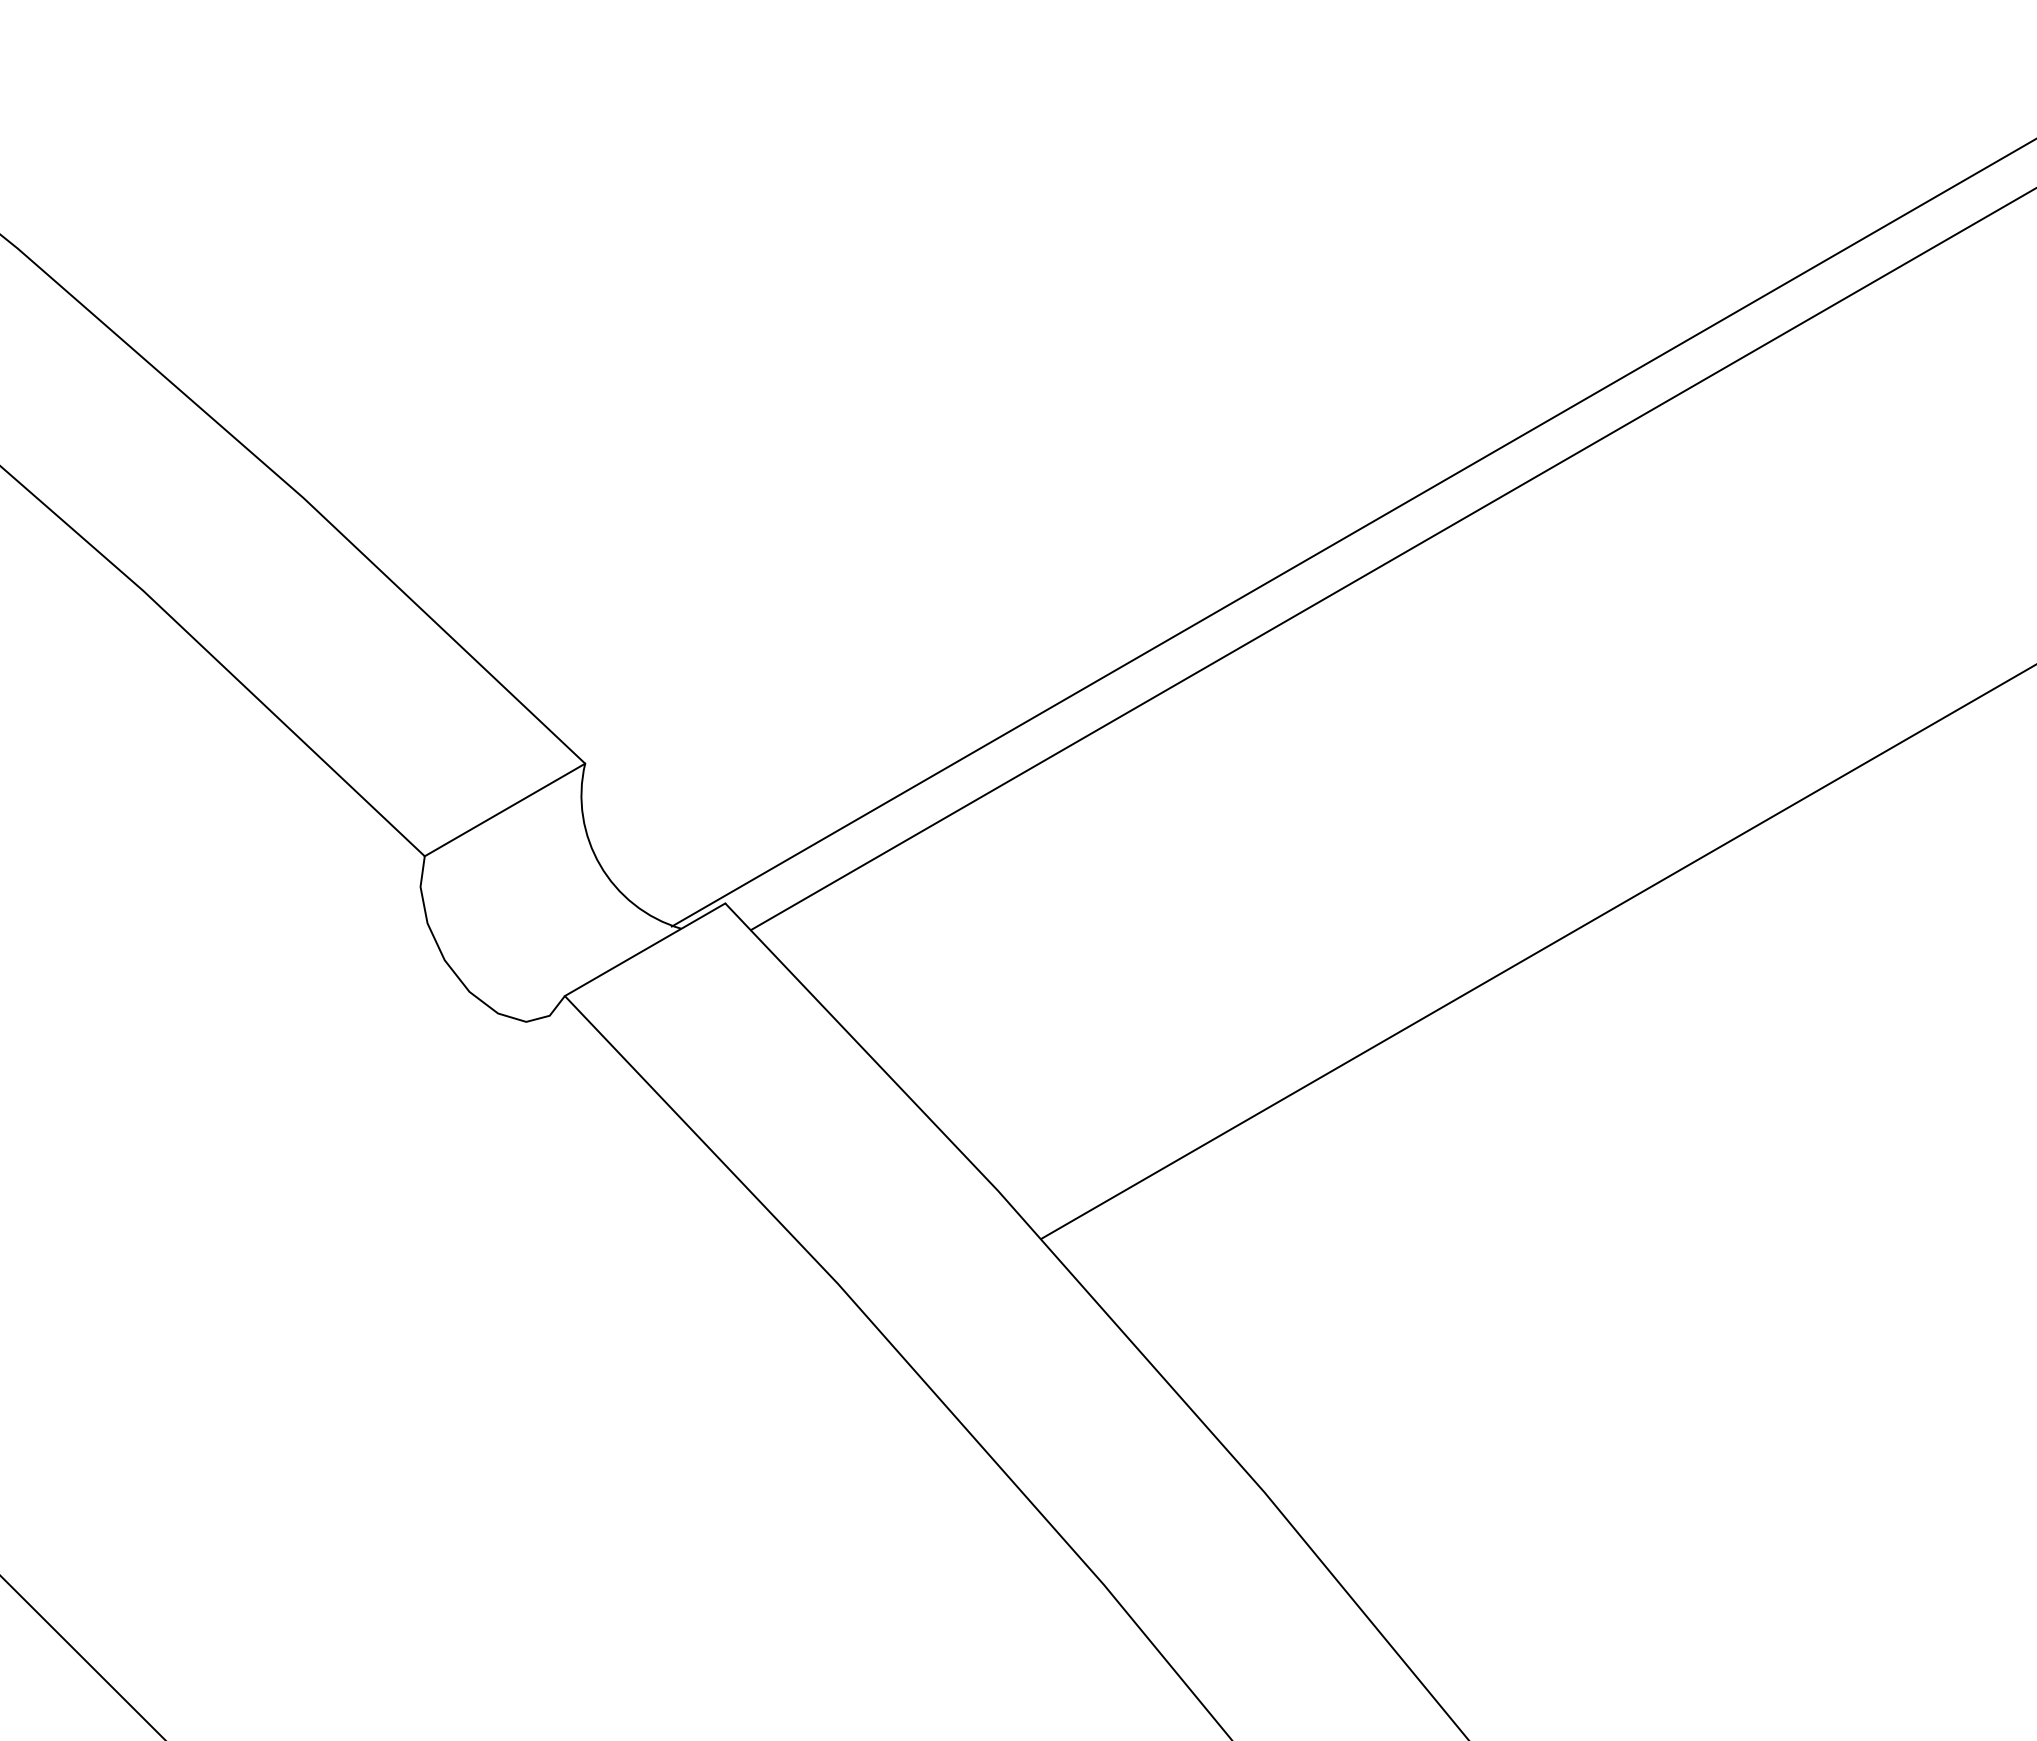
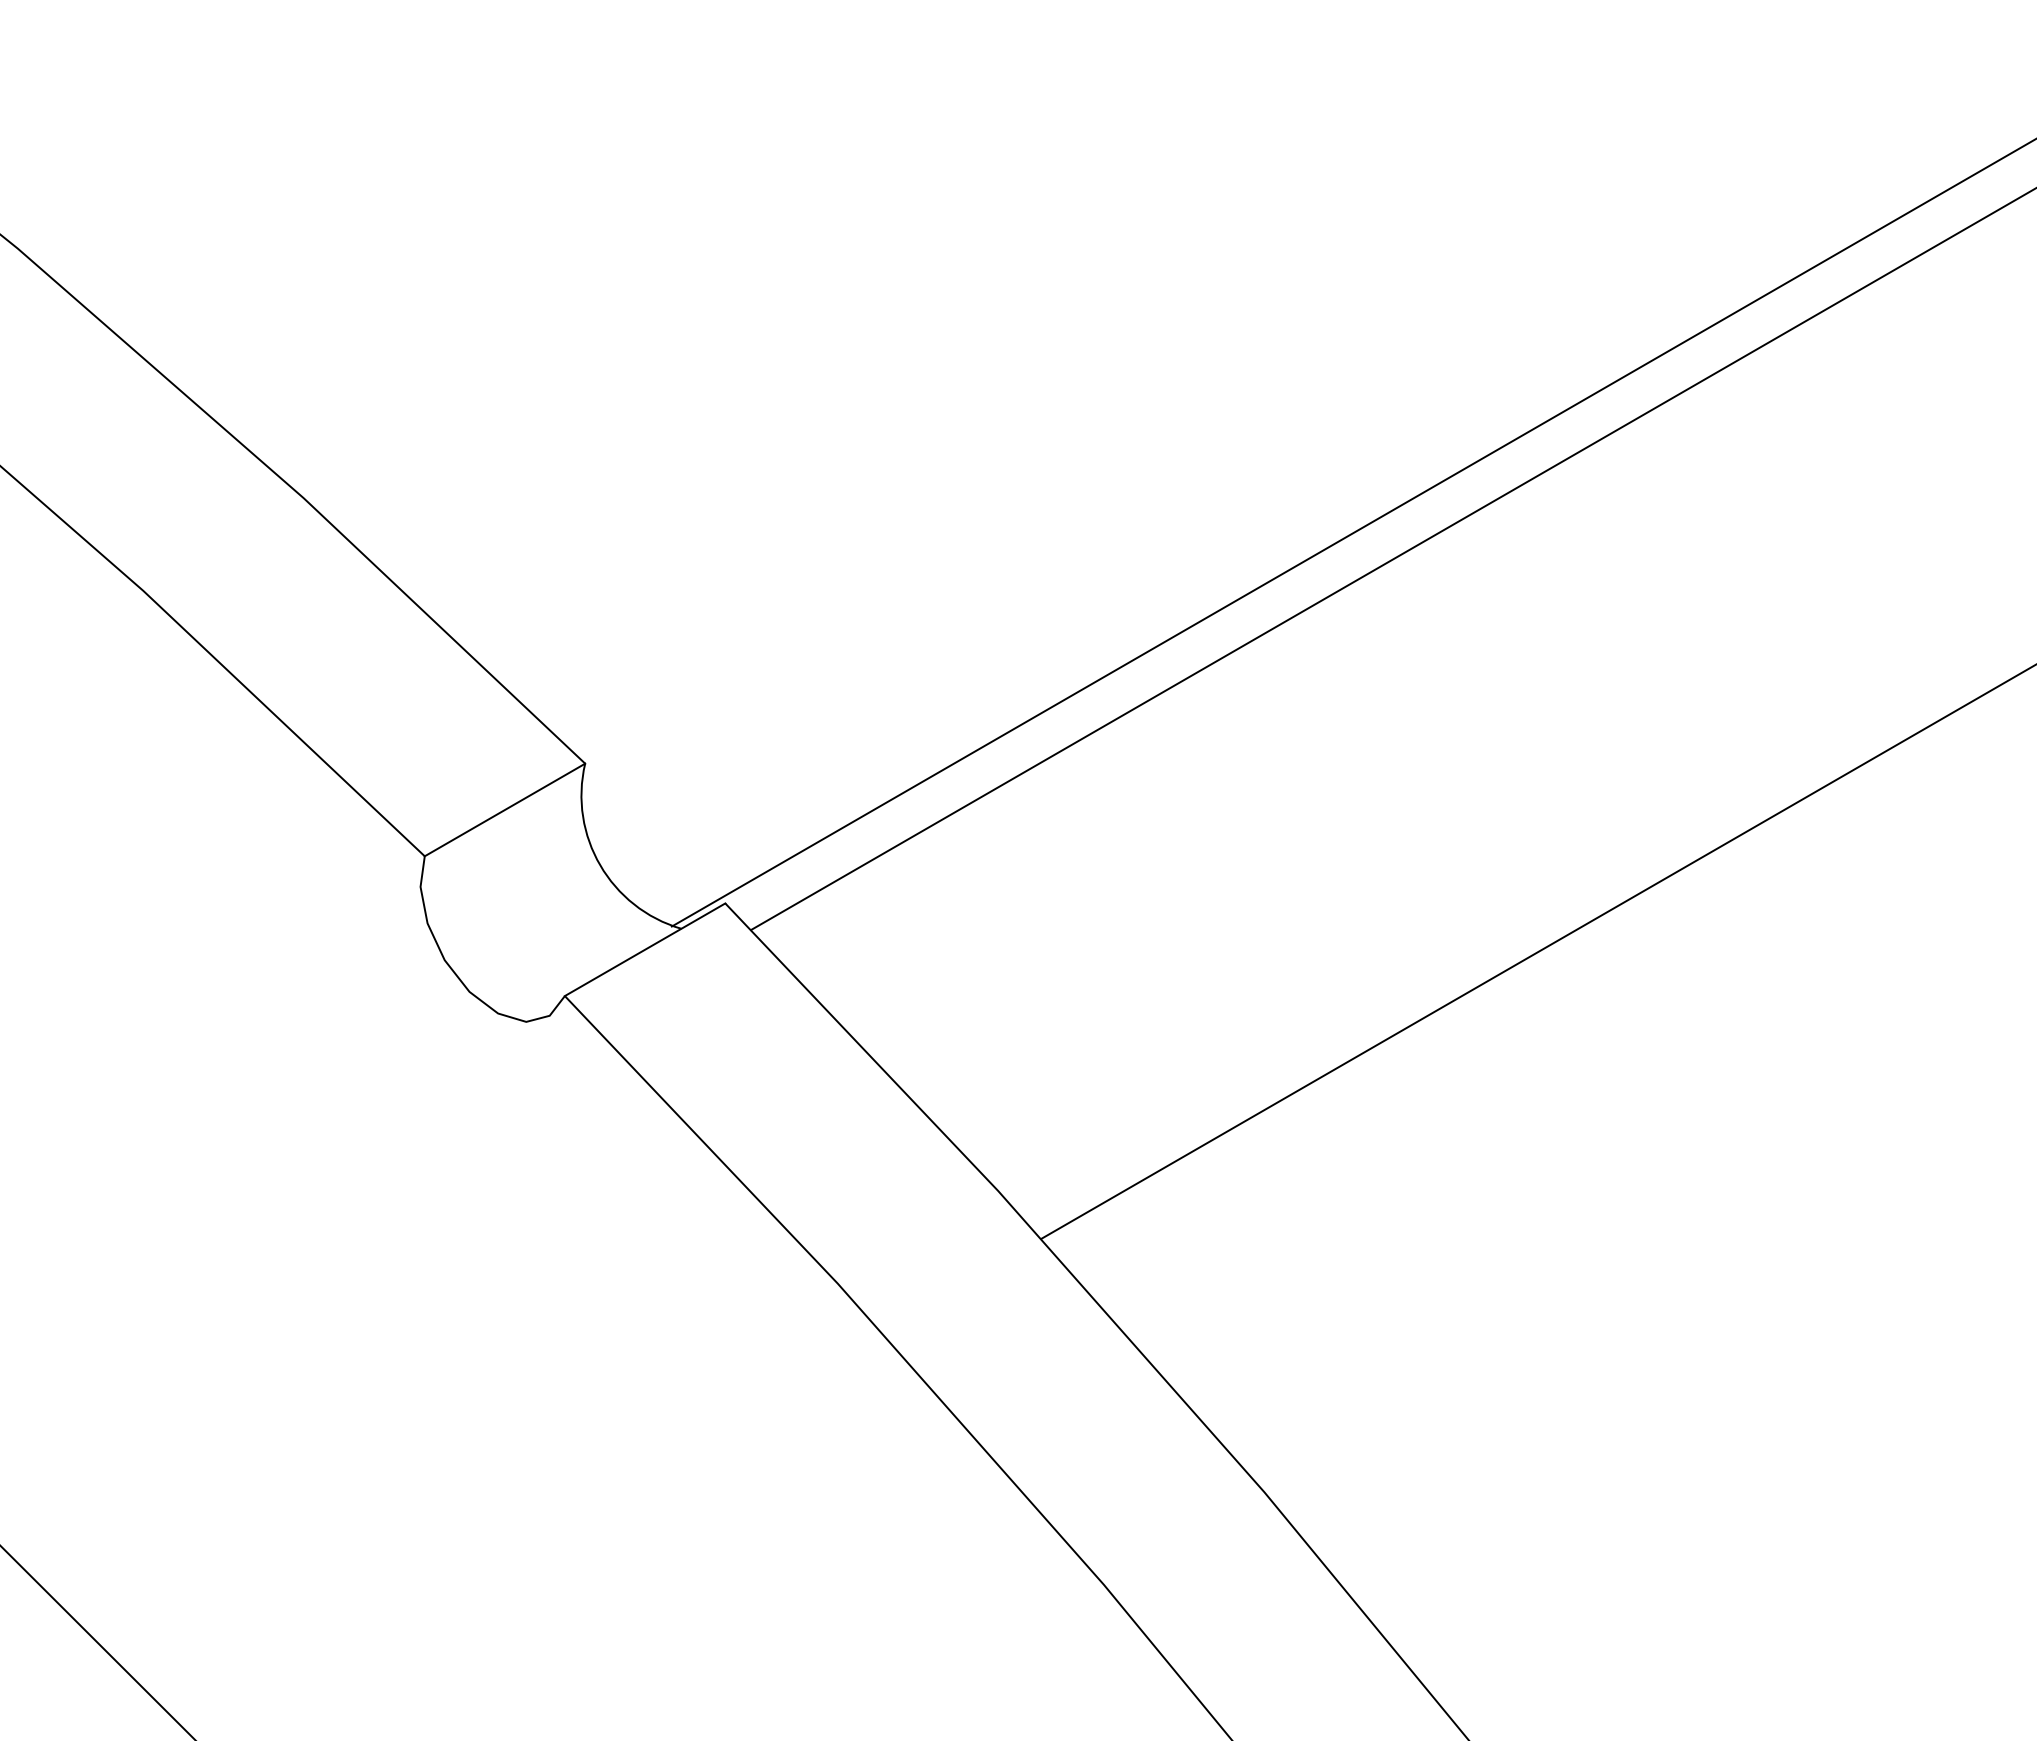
line at (82, 1657) position: (82, 1657) -> (97, 1642)
